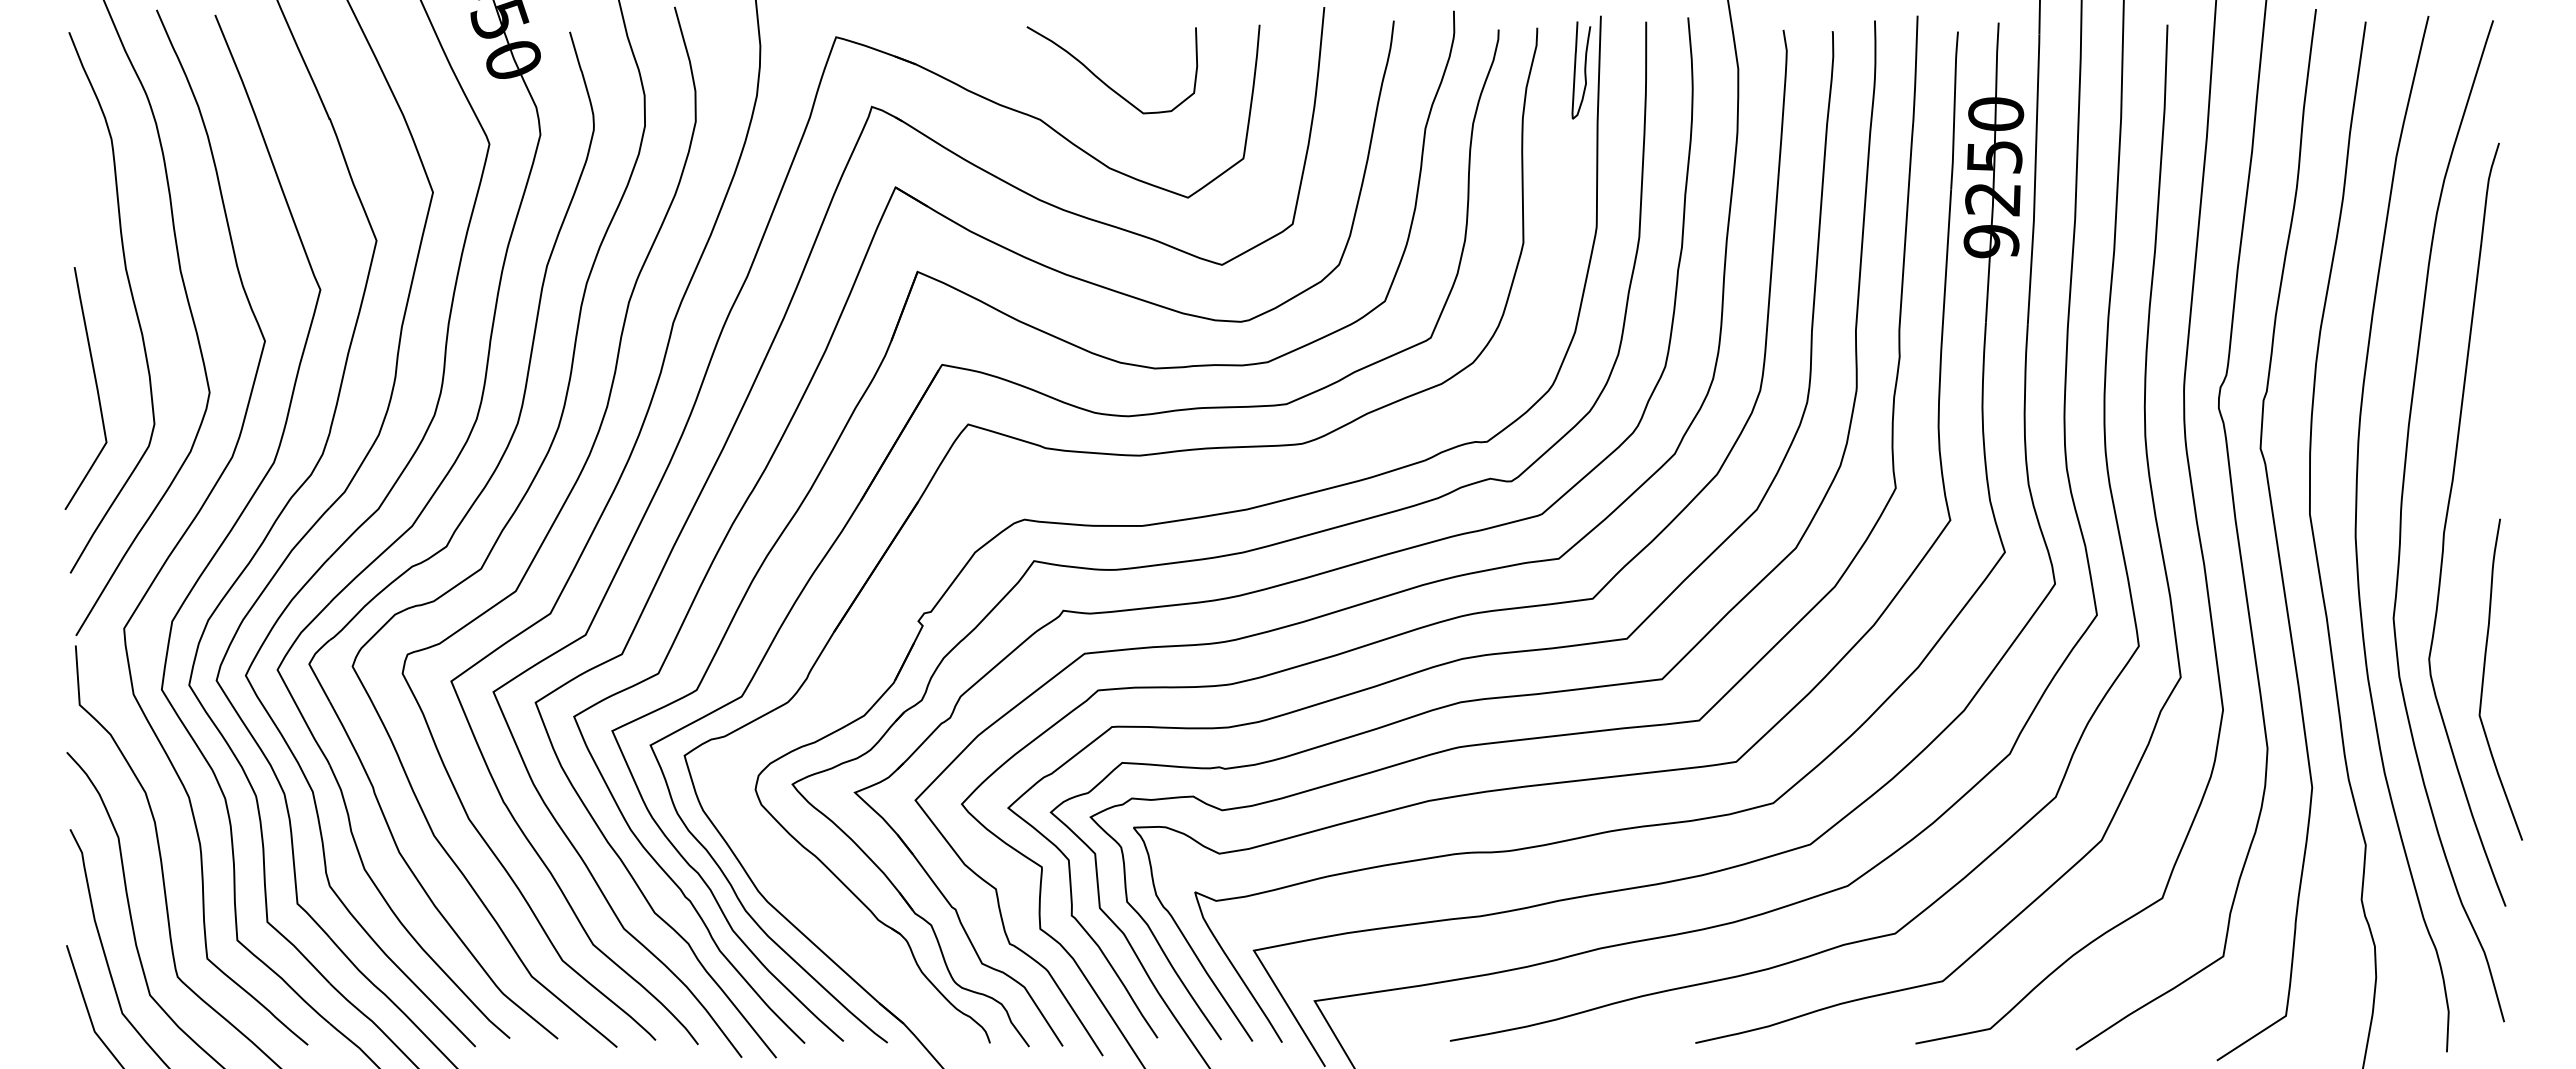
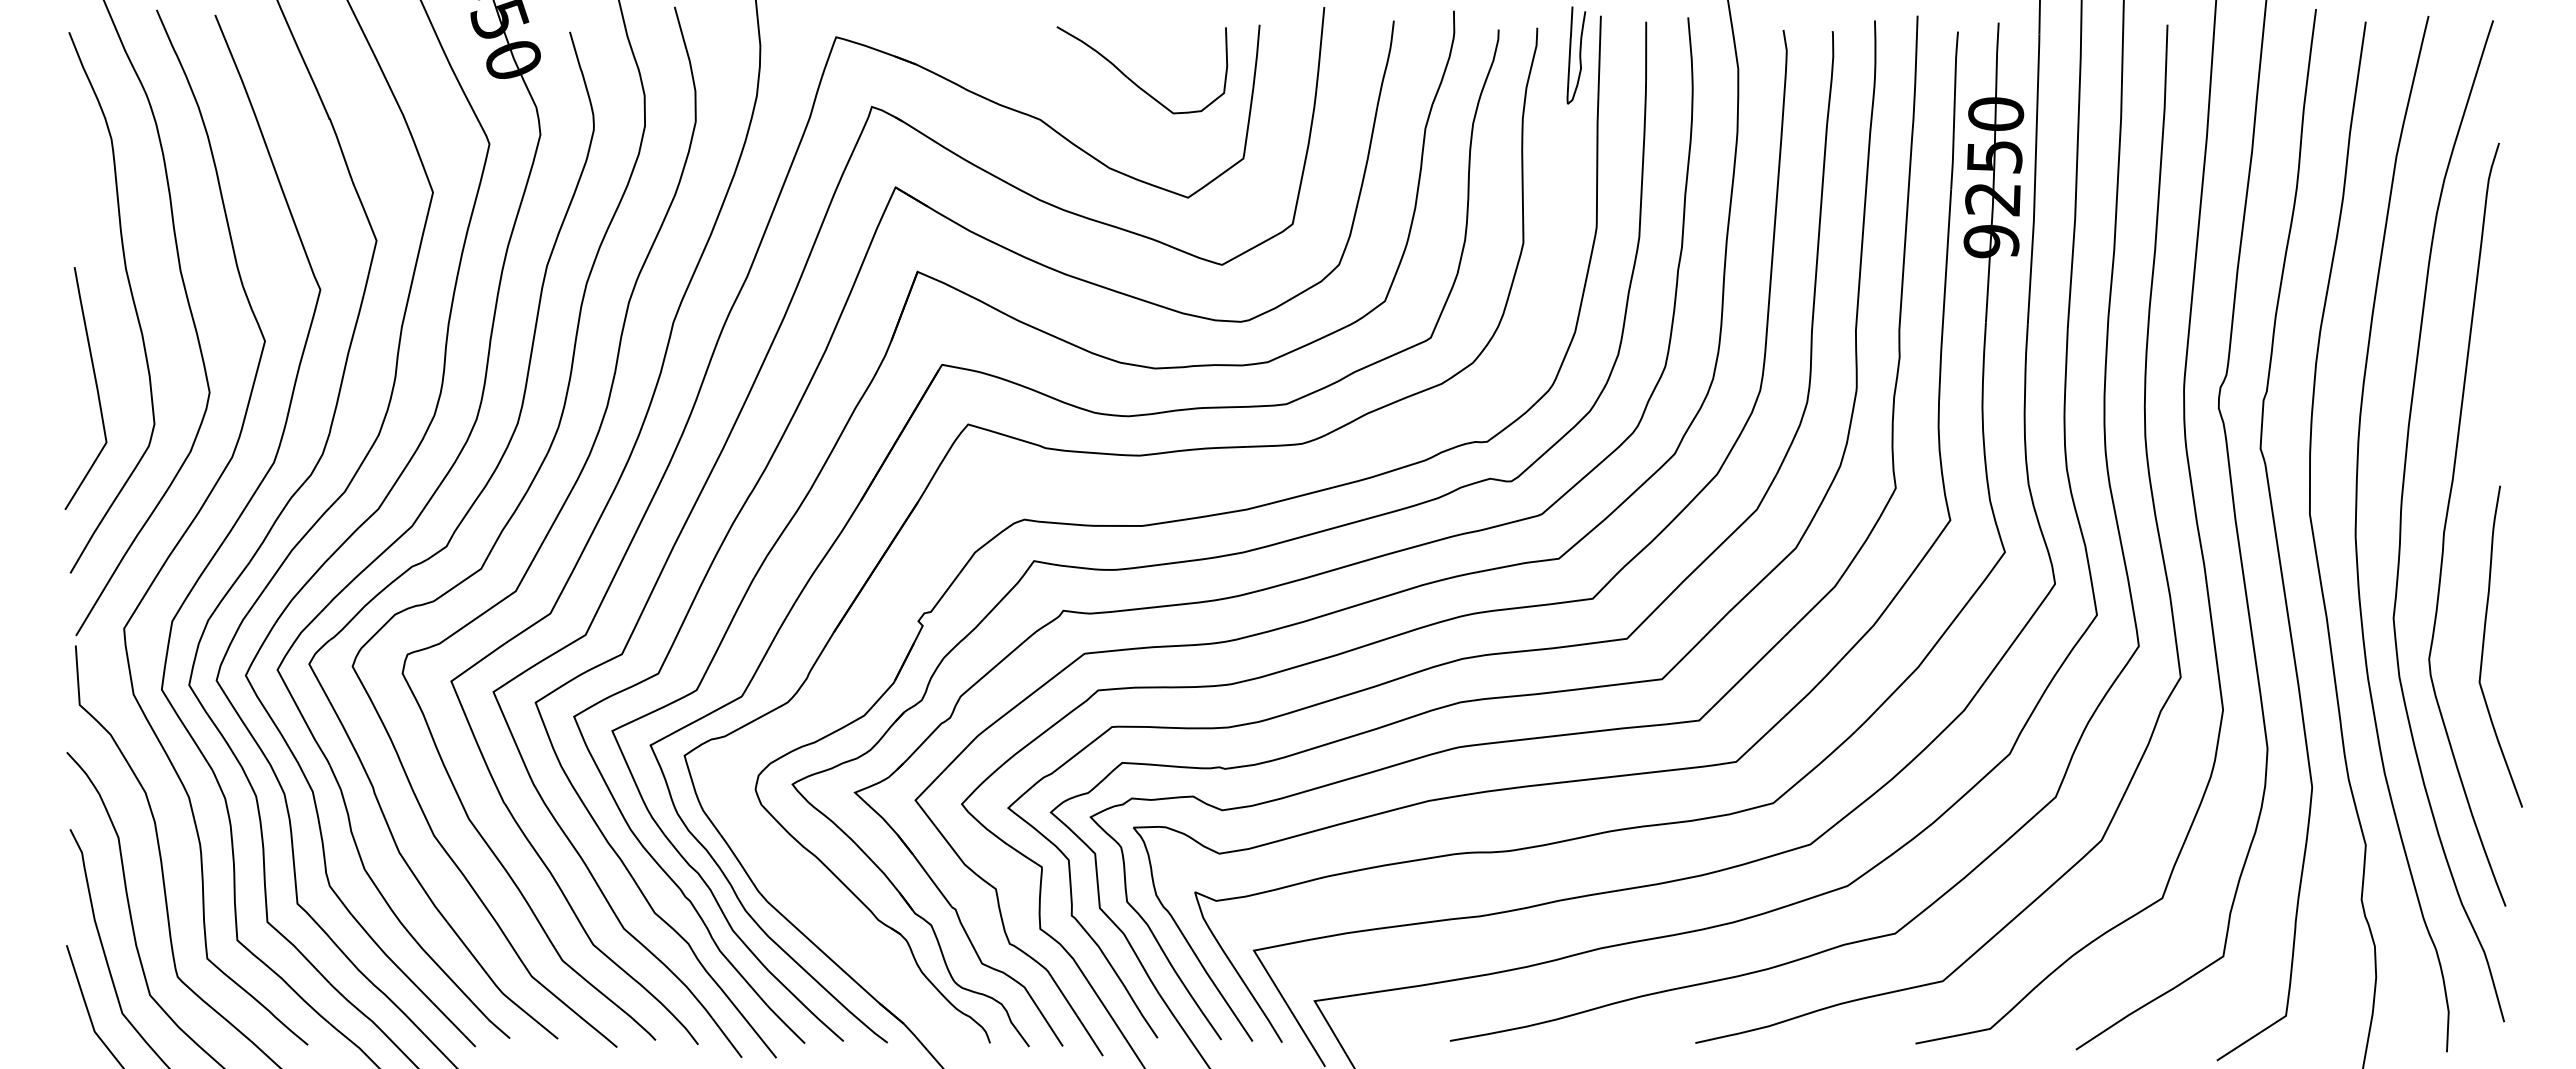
curve at (1584, 70) position: (1584, 70) -> (1579, 55)
curve at (1102, 80) position: (1102, 80) -> (1132, 80)
curve at (2484, 677) position: (2484, 677) -> (2484, 644)
